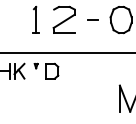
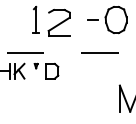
part at (63, 19) position: (63, 19) -> (58, 22)
part at (120, 20) position: (120, 20) -> (115, 20)
line at (67, 52): solid -> dashed
